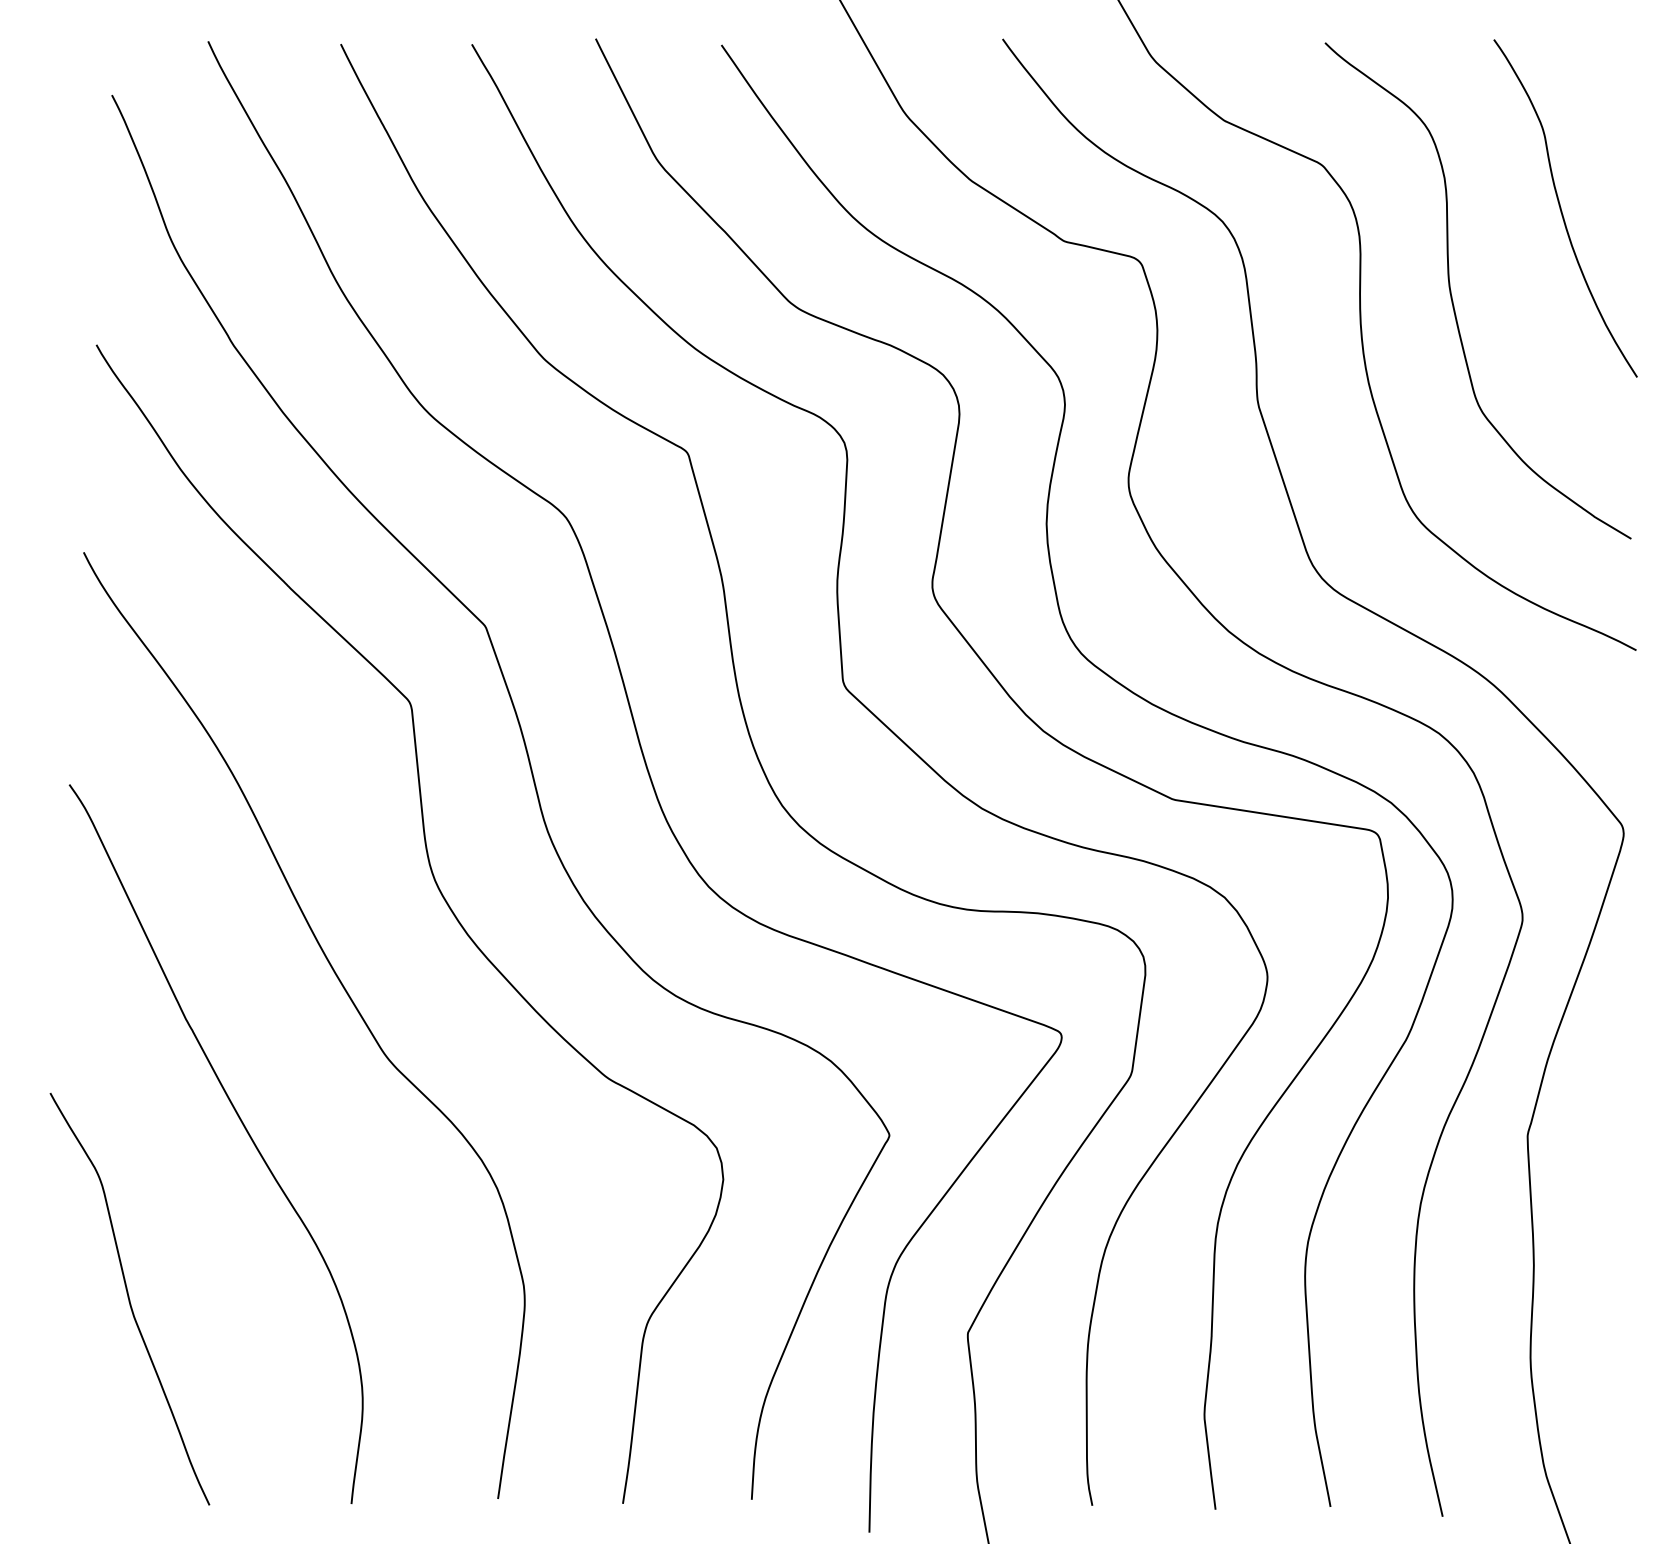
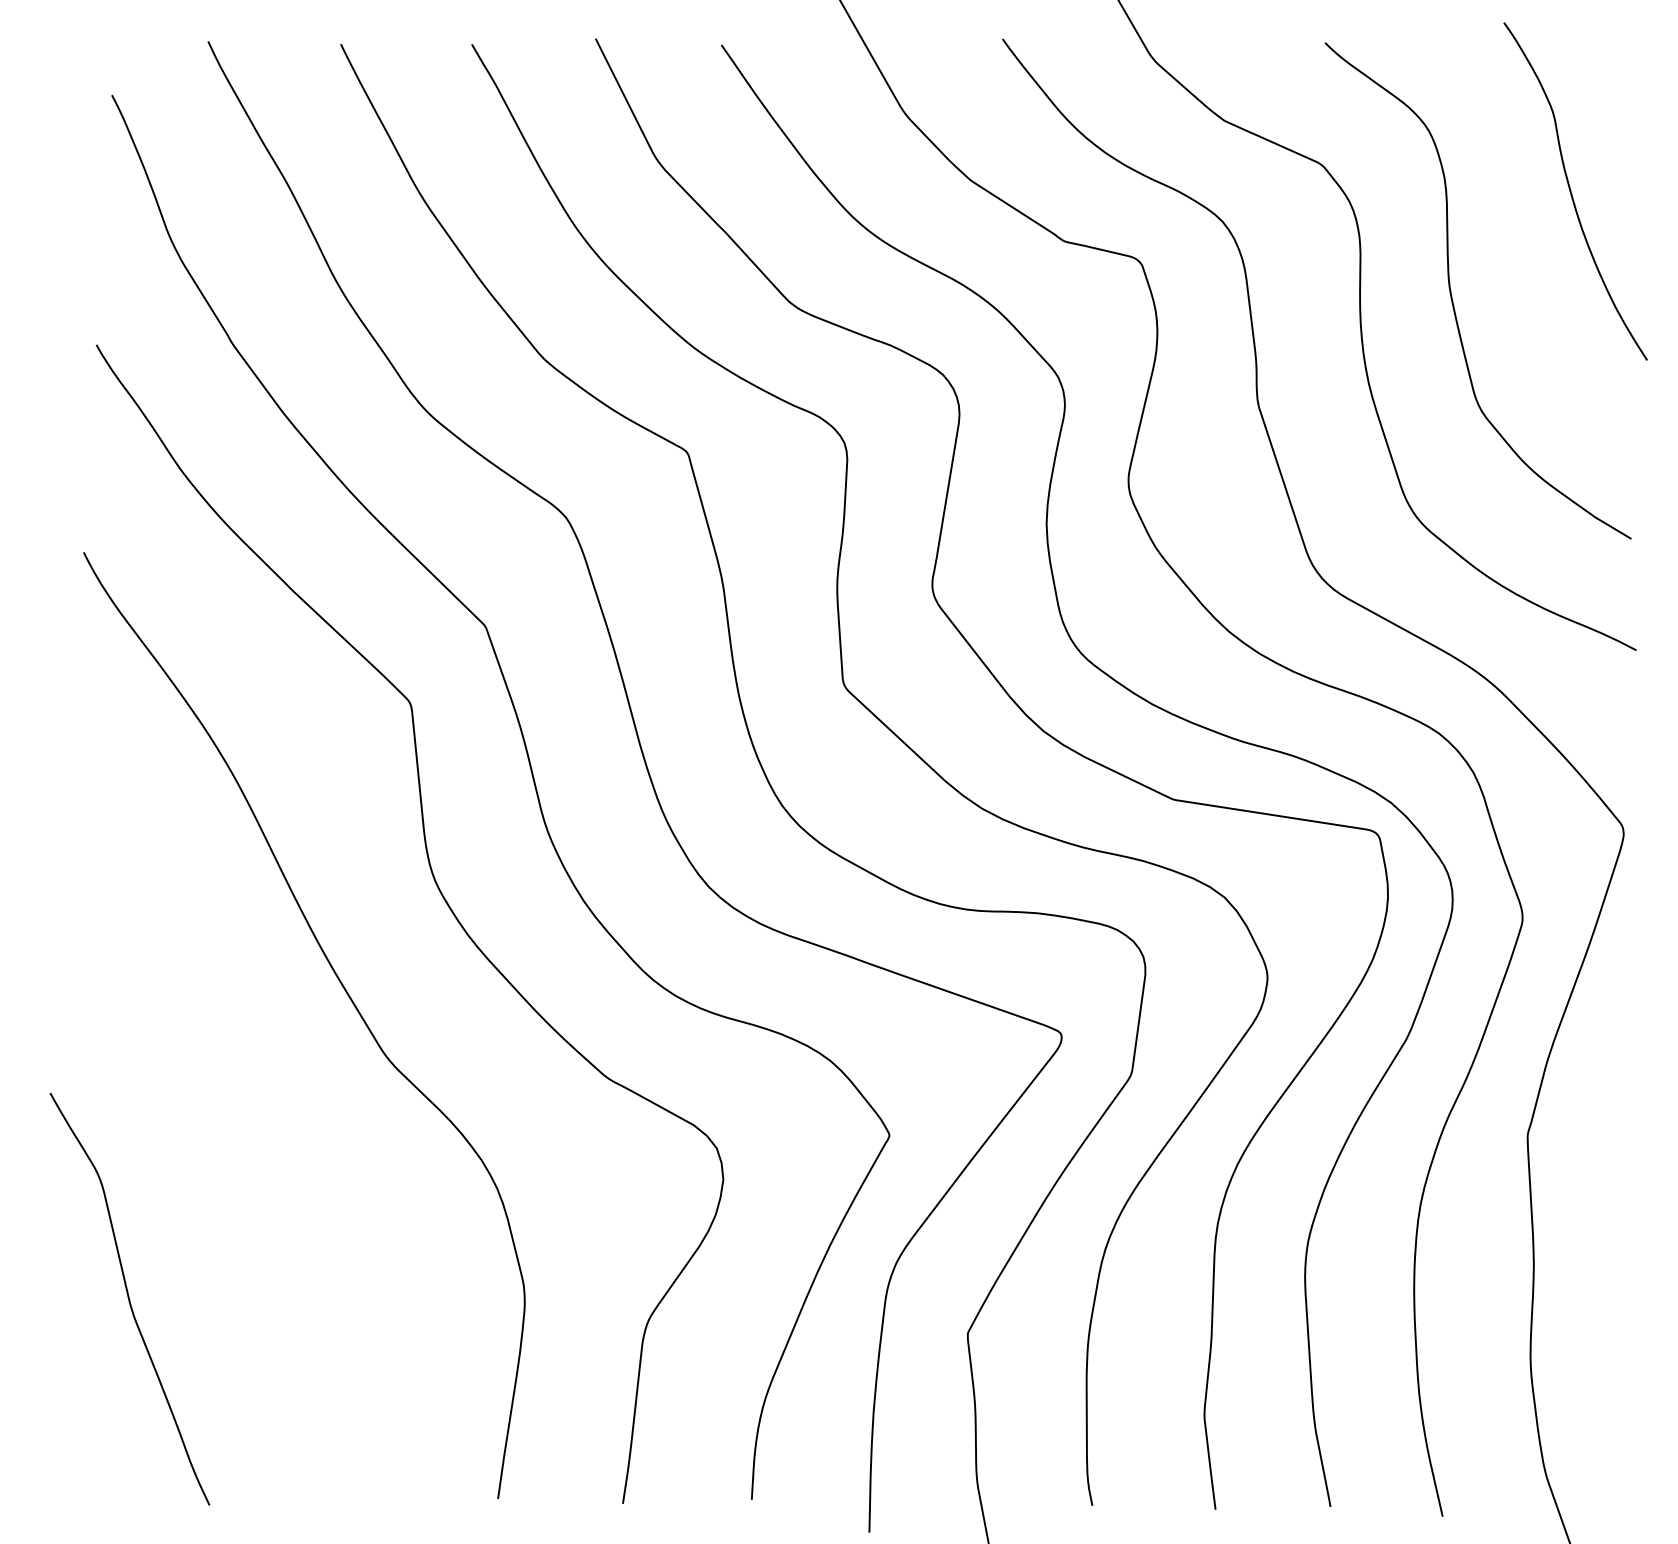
curve at (1561, 208) position: (1561, 208) -> (1571, 191)
curve at (242, 1125): present -> none
